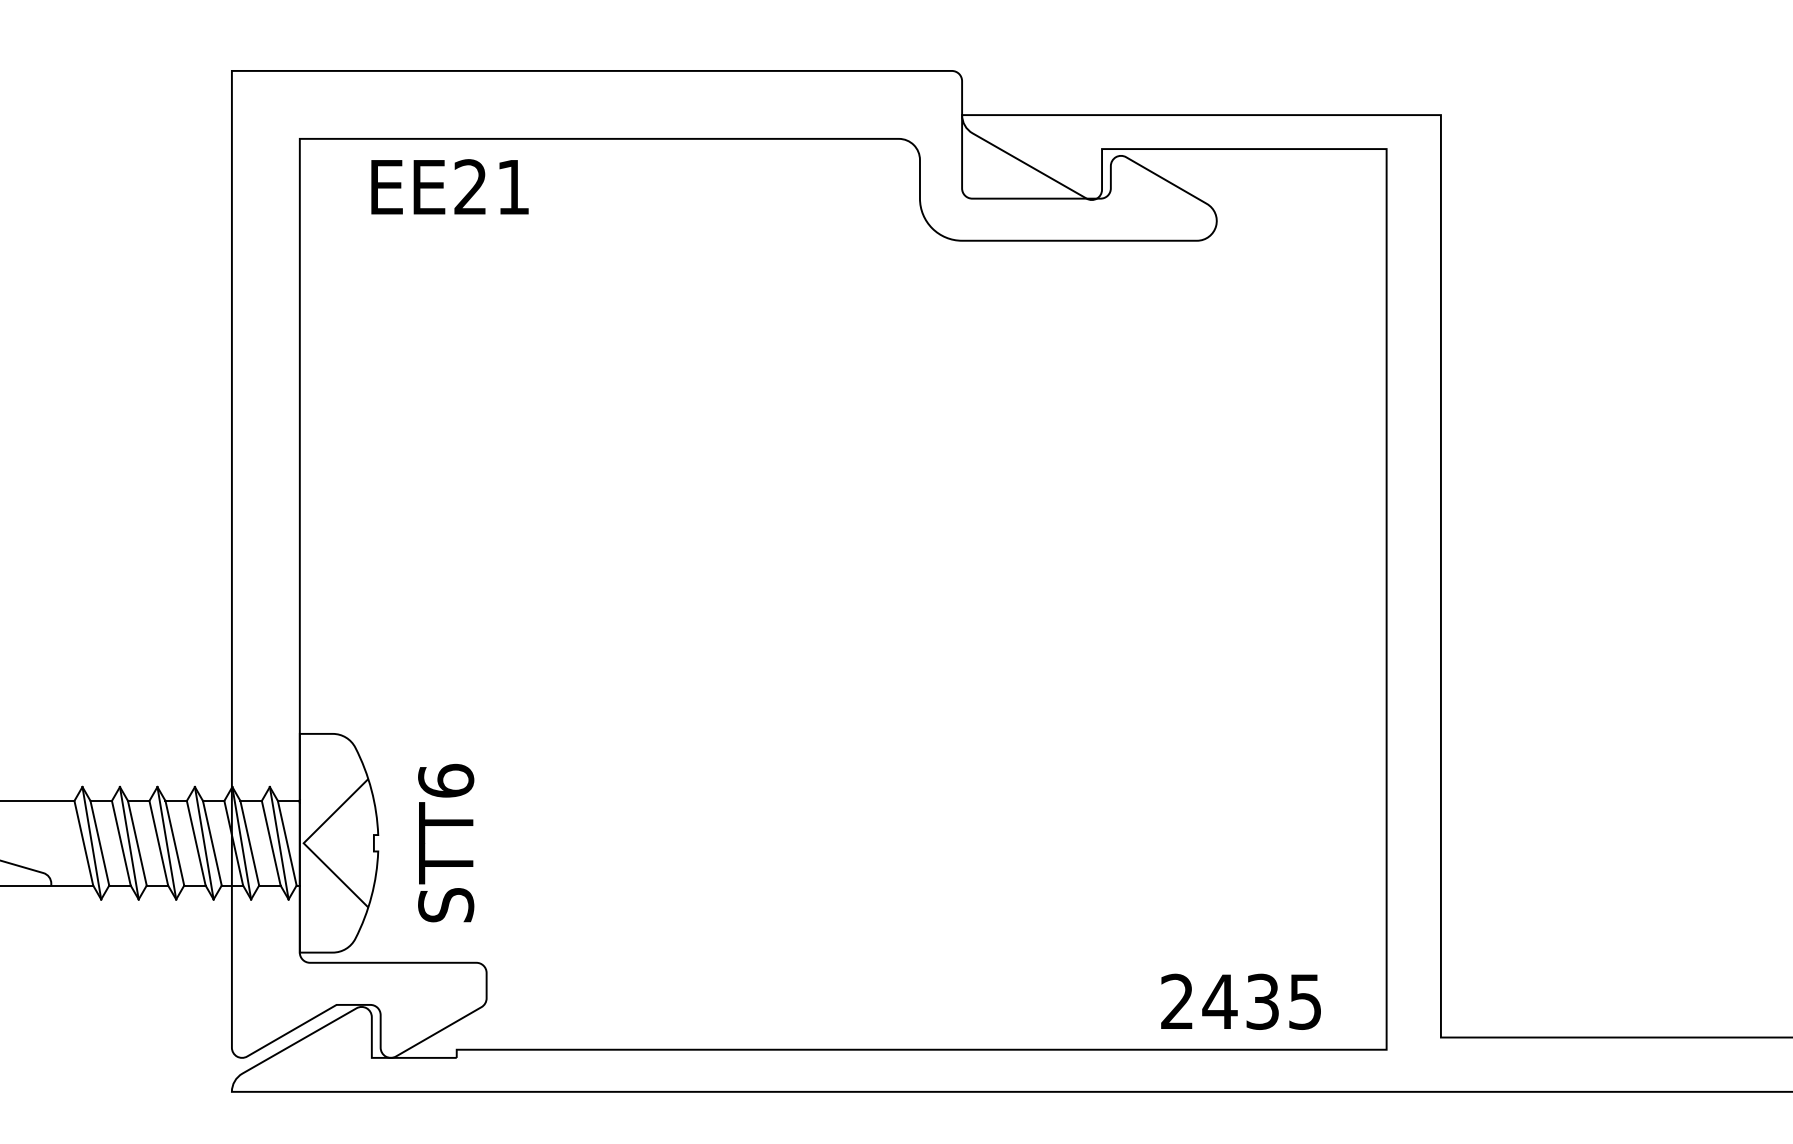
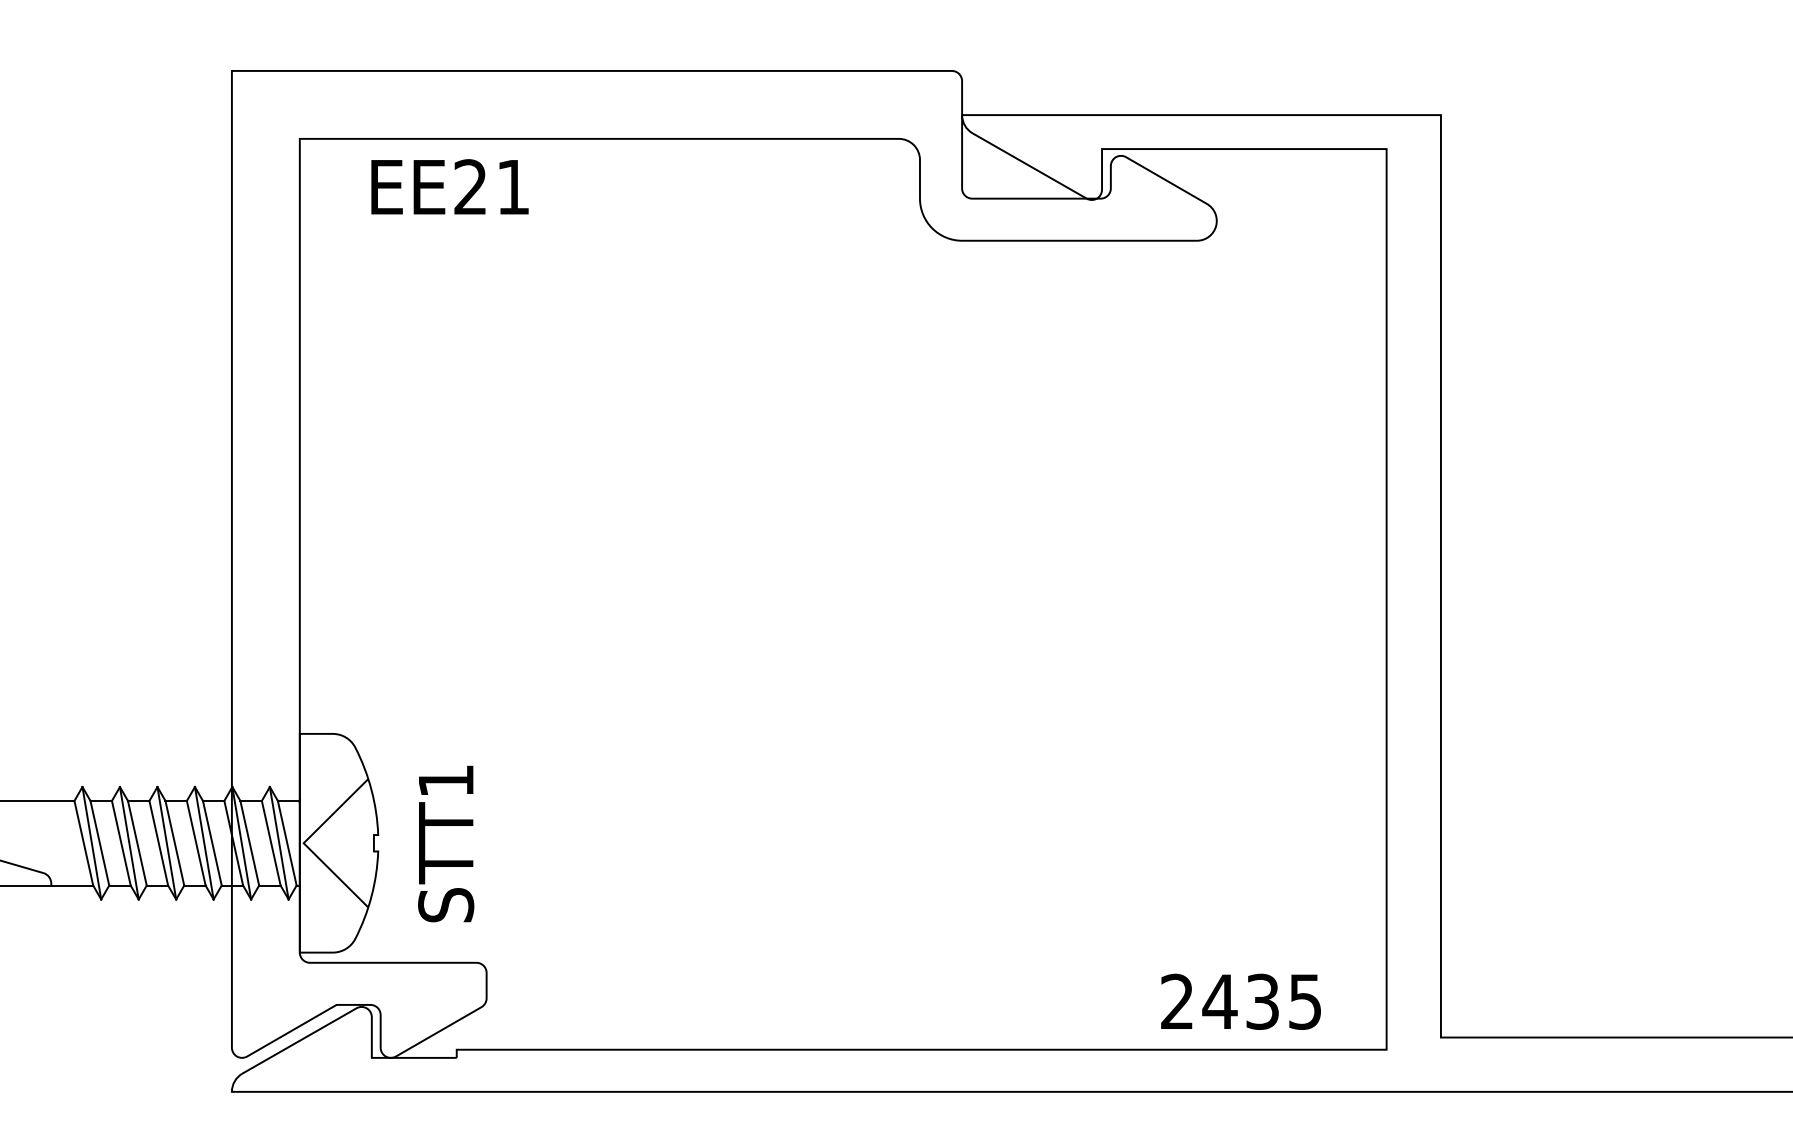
text at (446, 780): STT6 -> STT1
